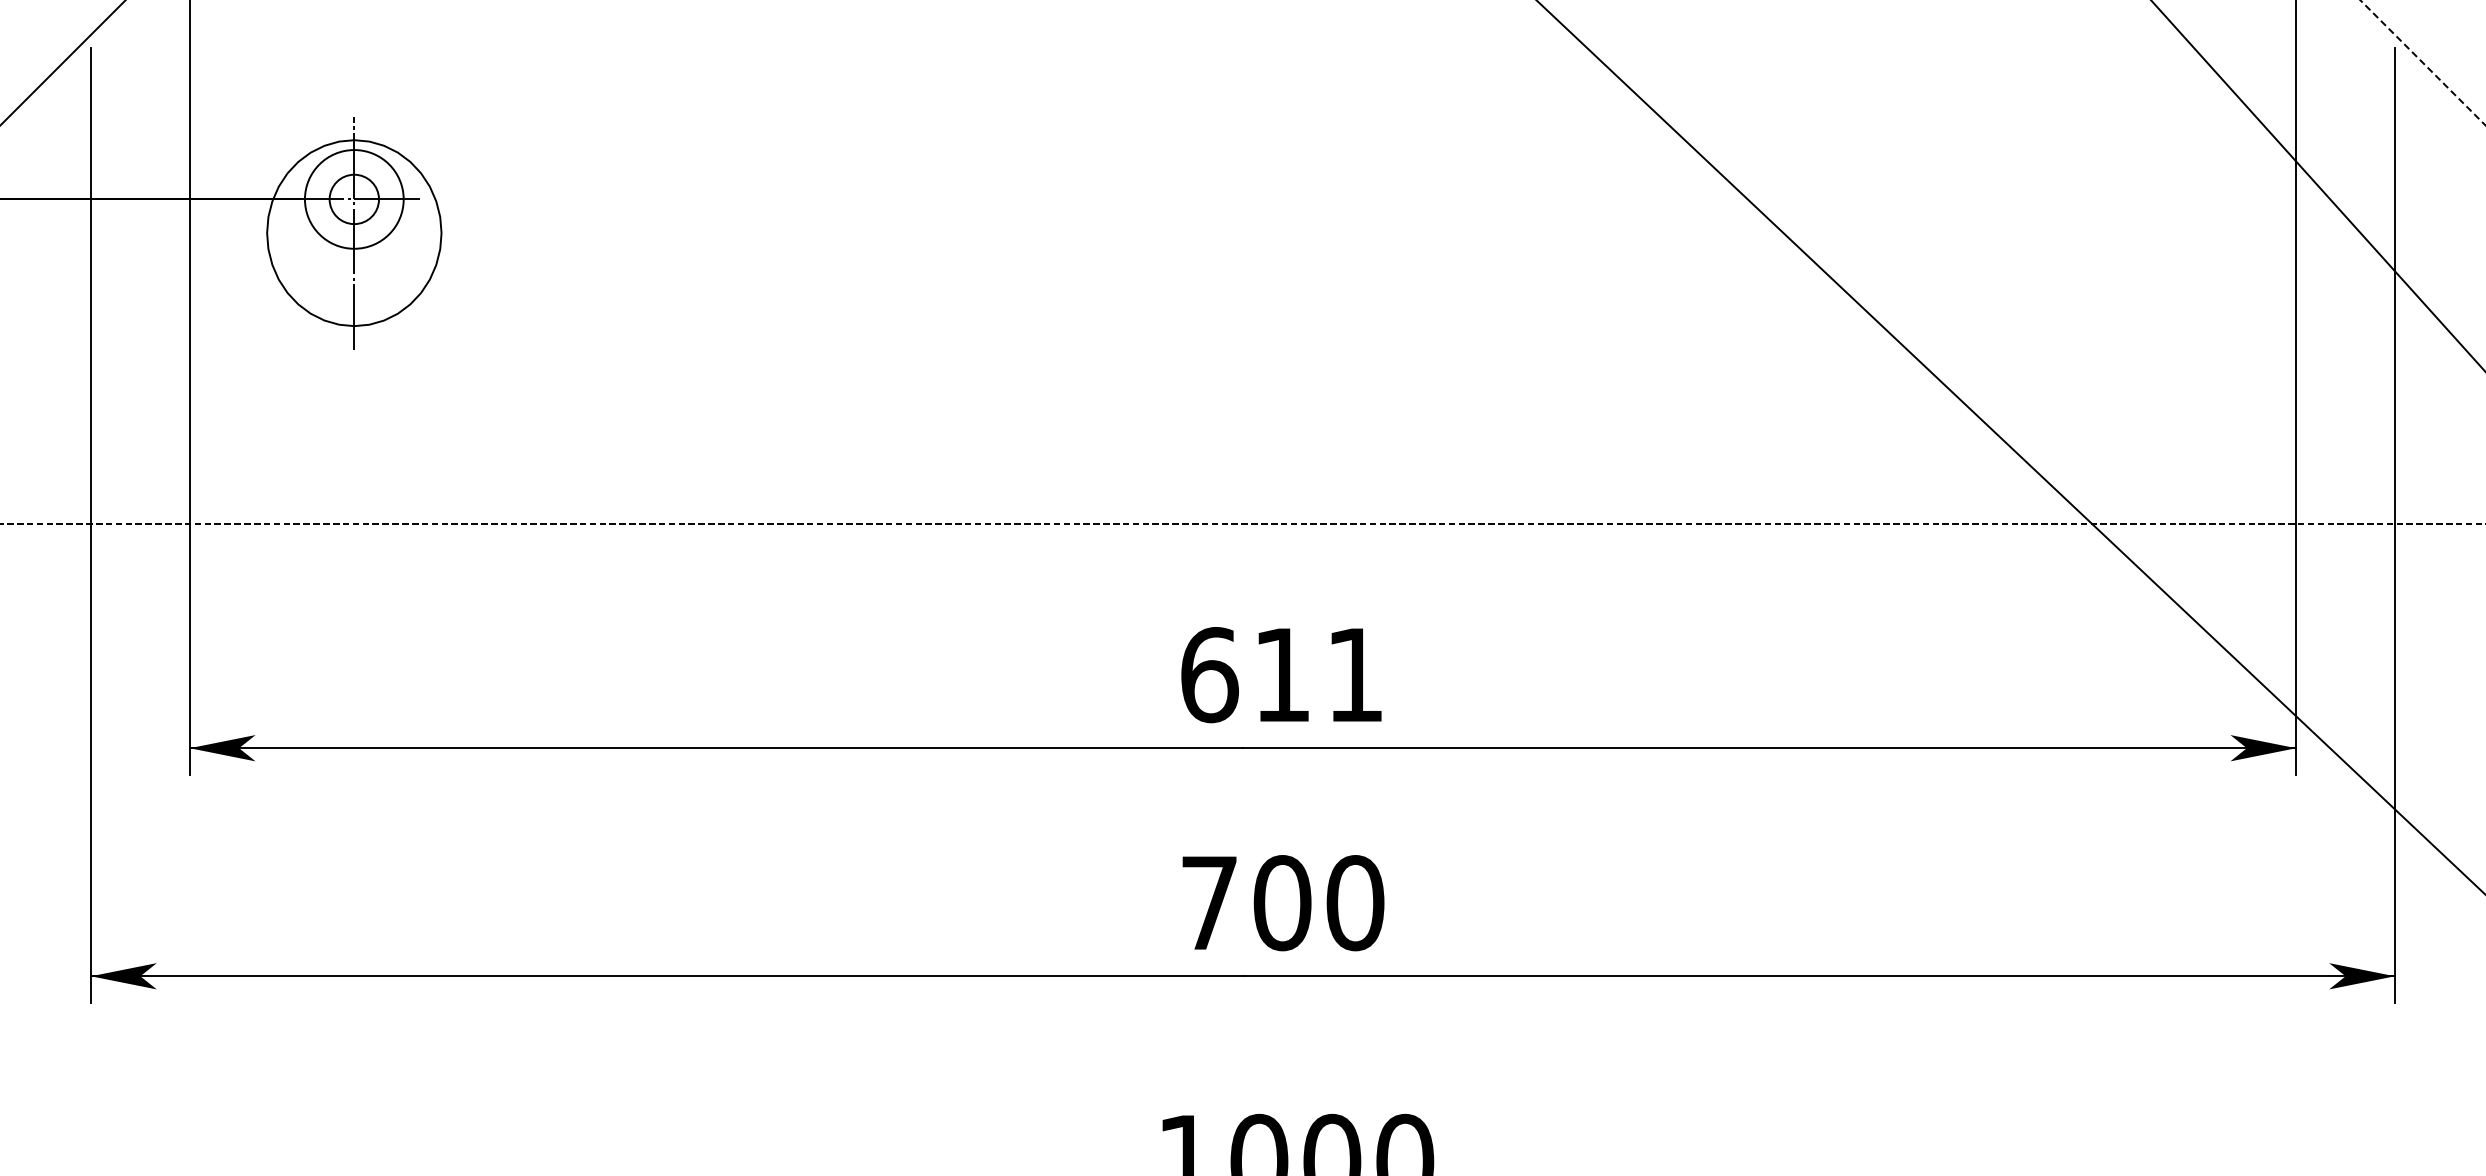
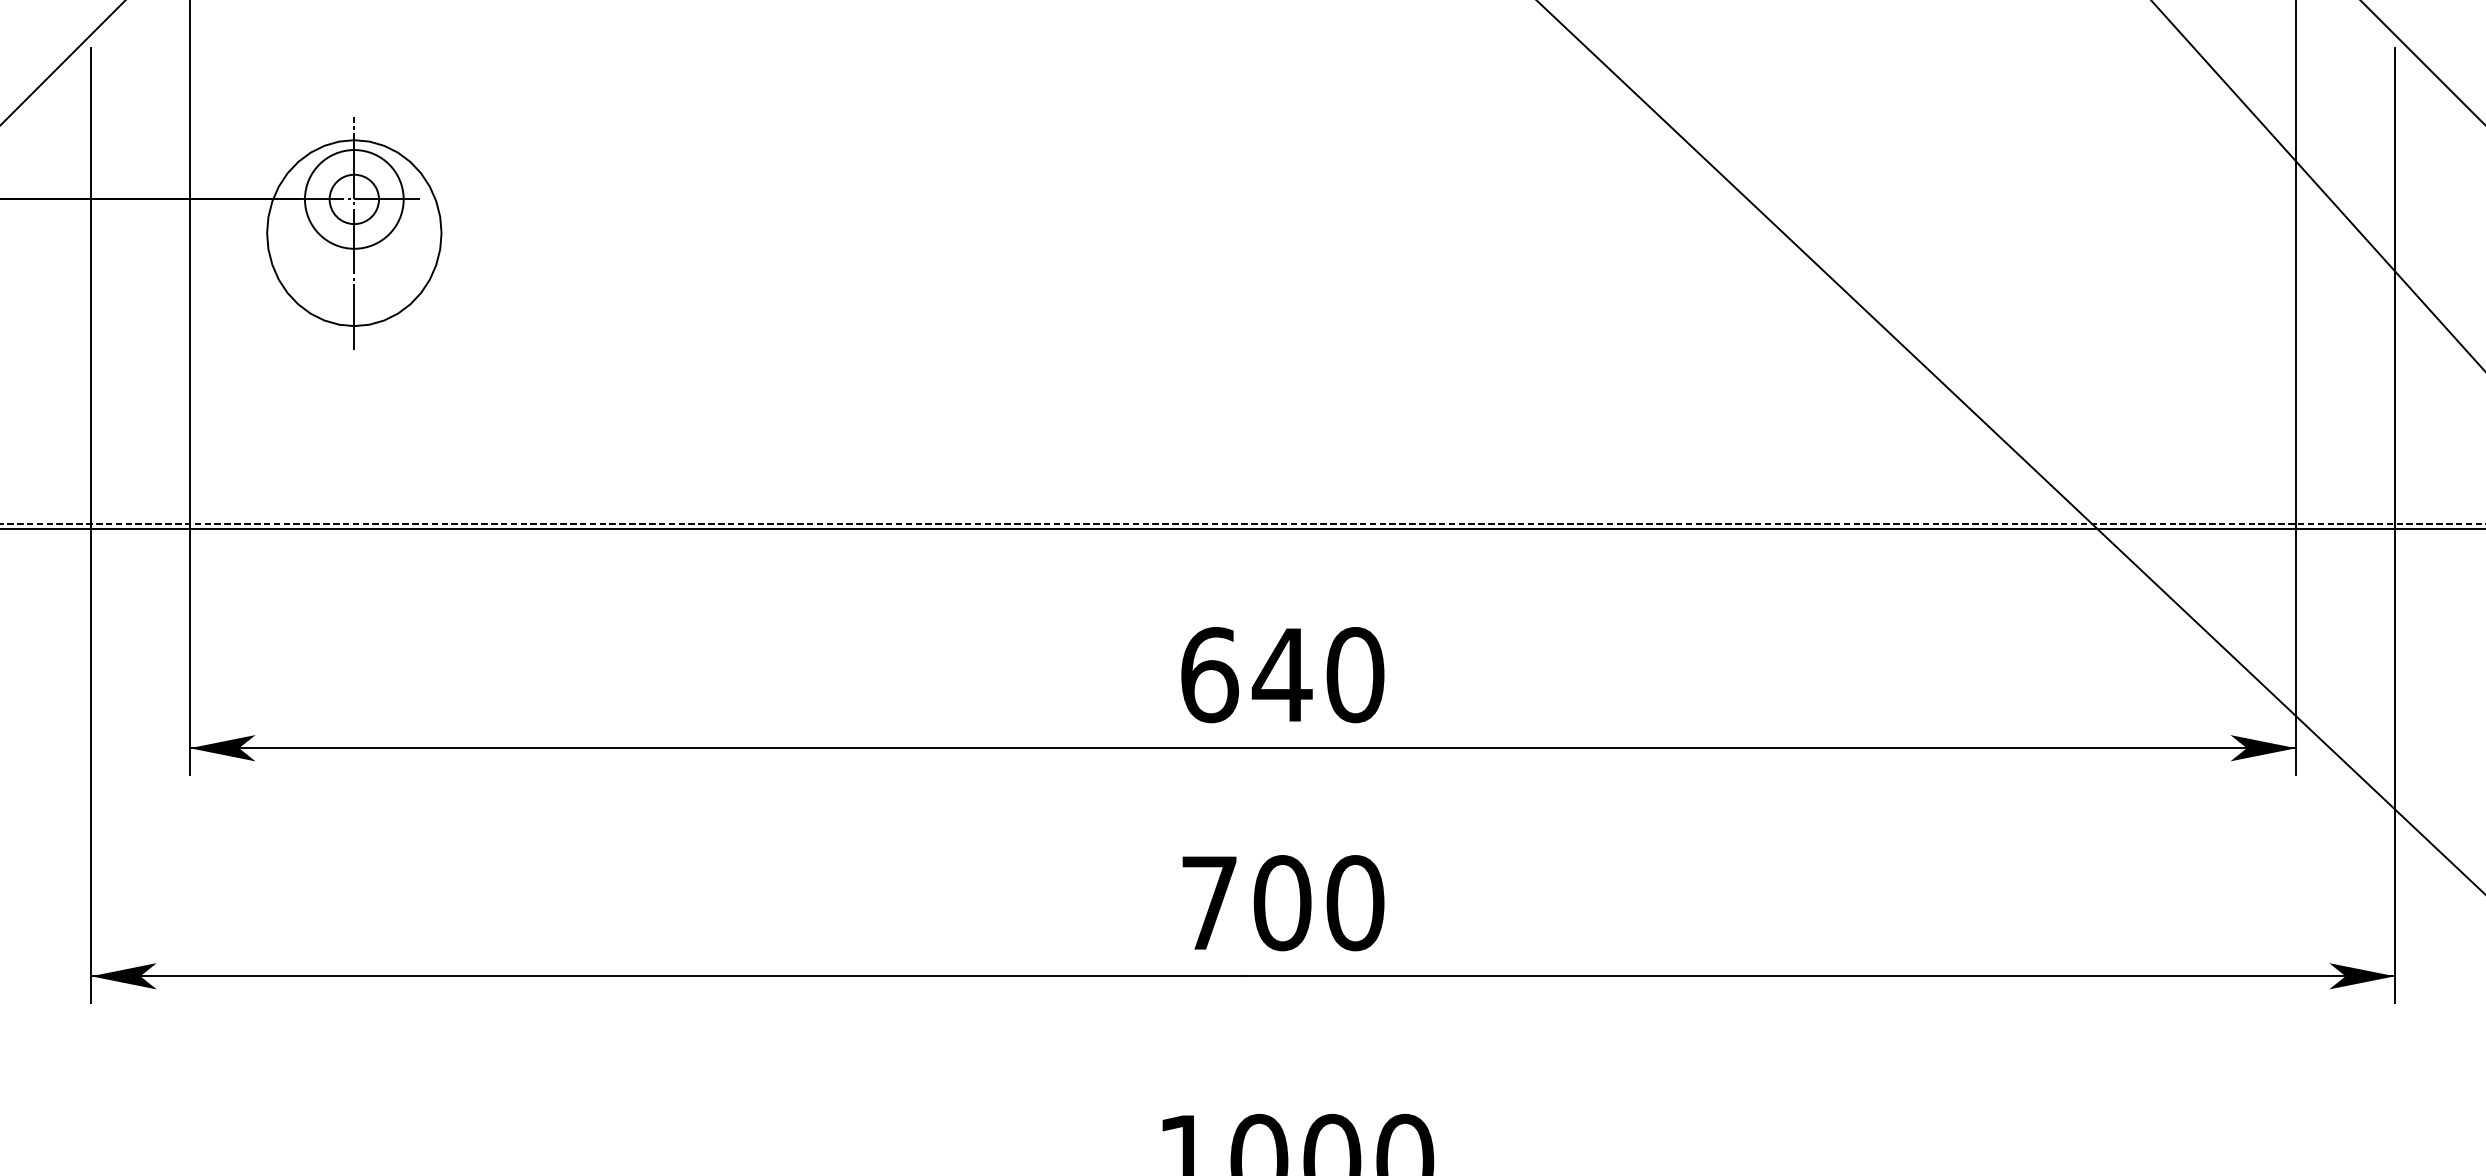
line at (2422, 62): dashed -> solid
line at (1242, 528): none -> present
text at (1317, 675): 611 -> 640
